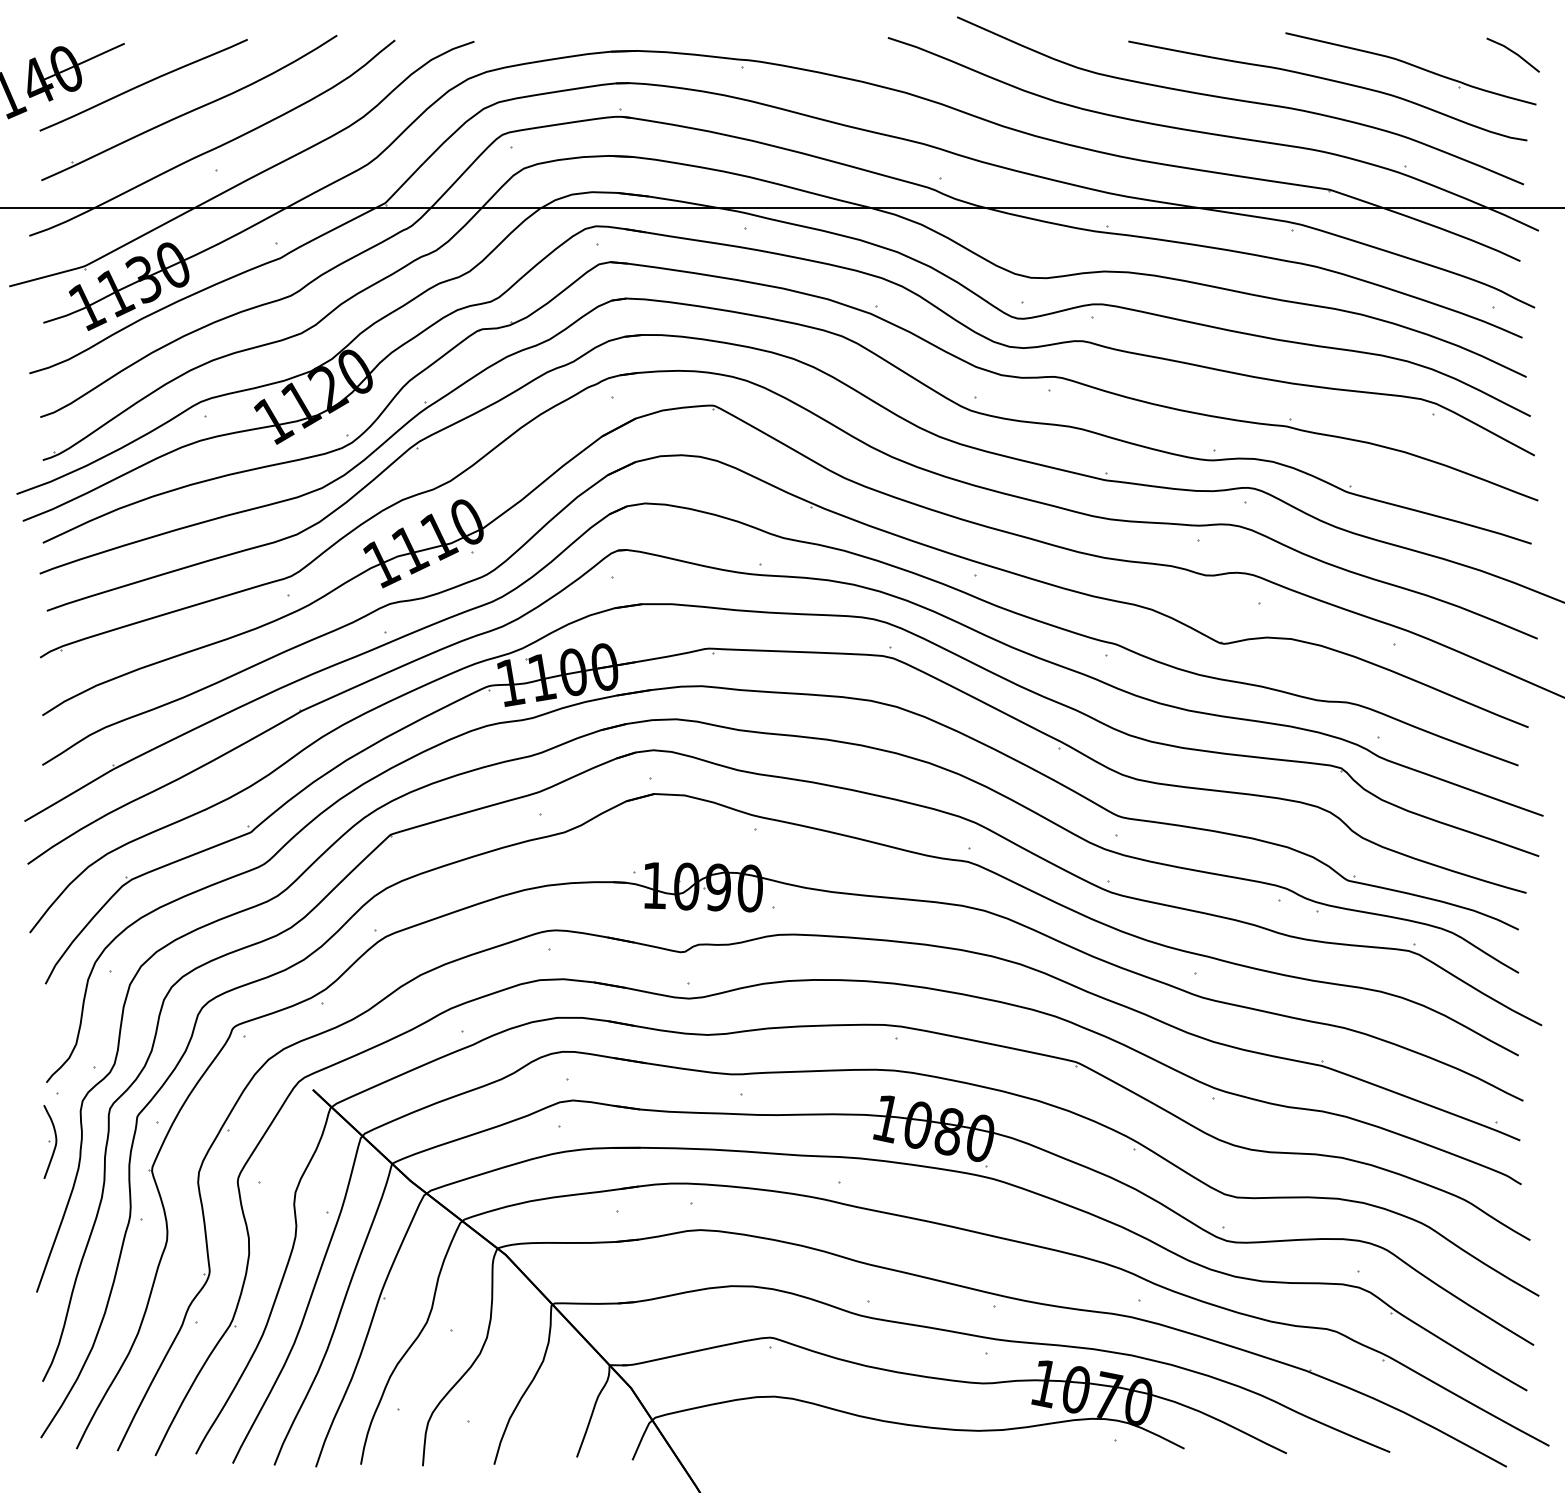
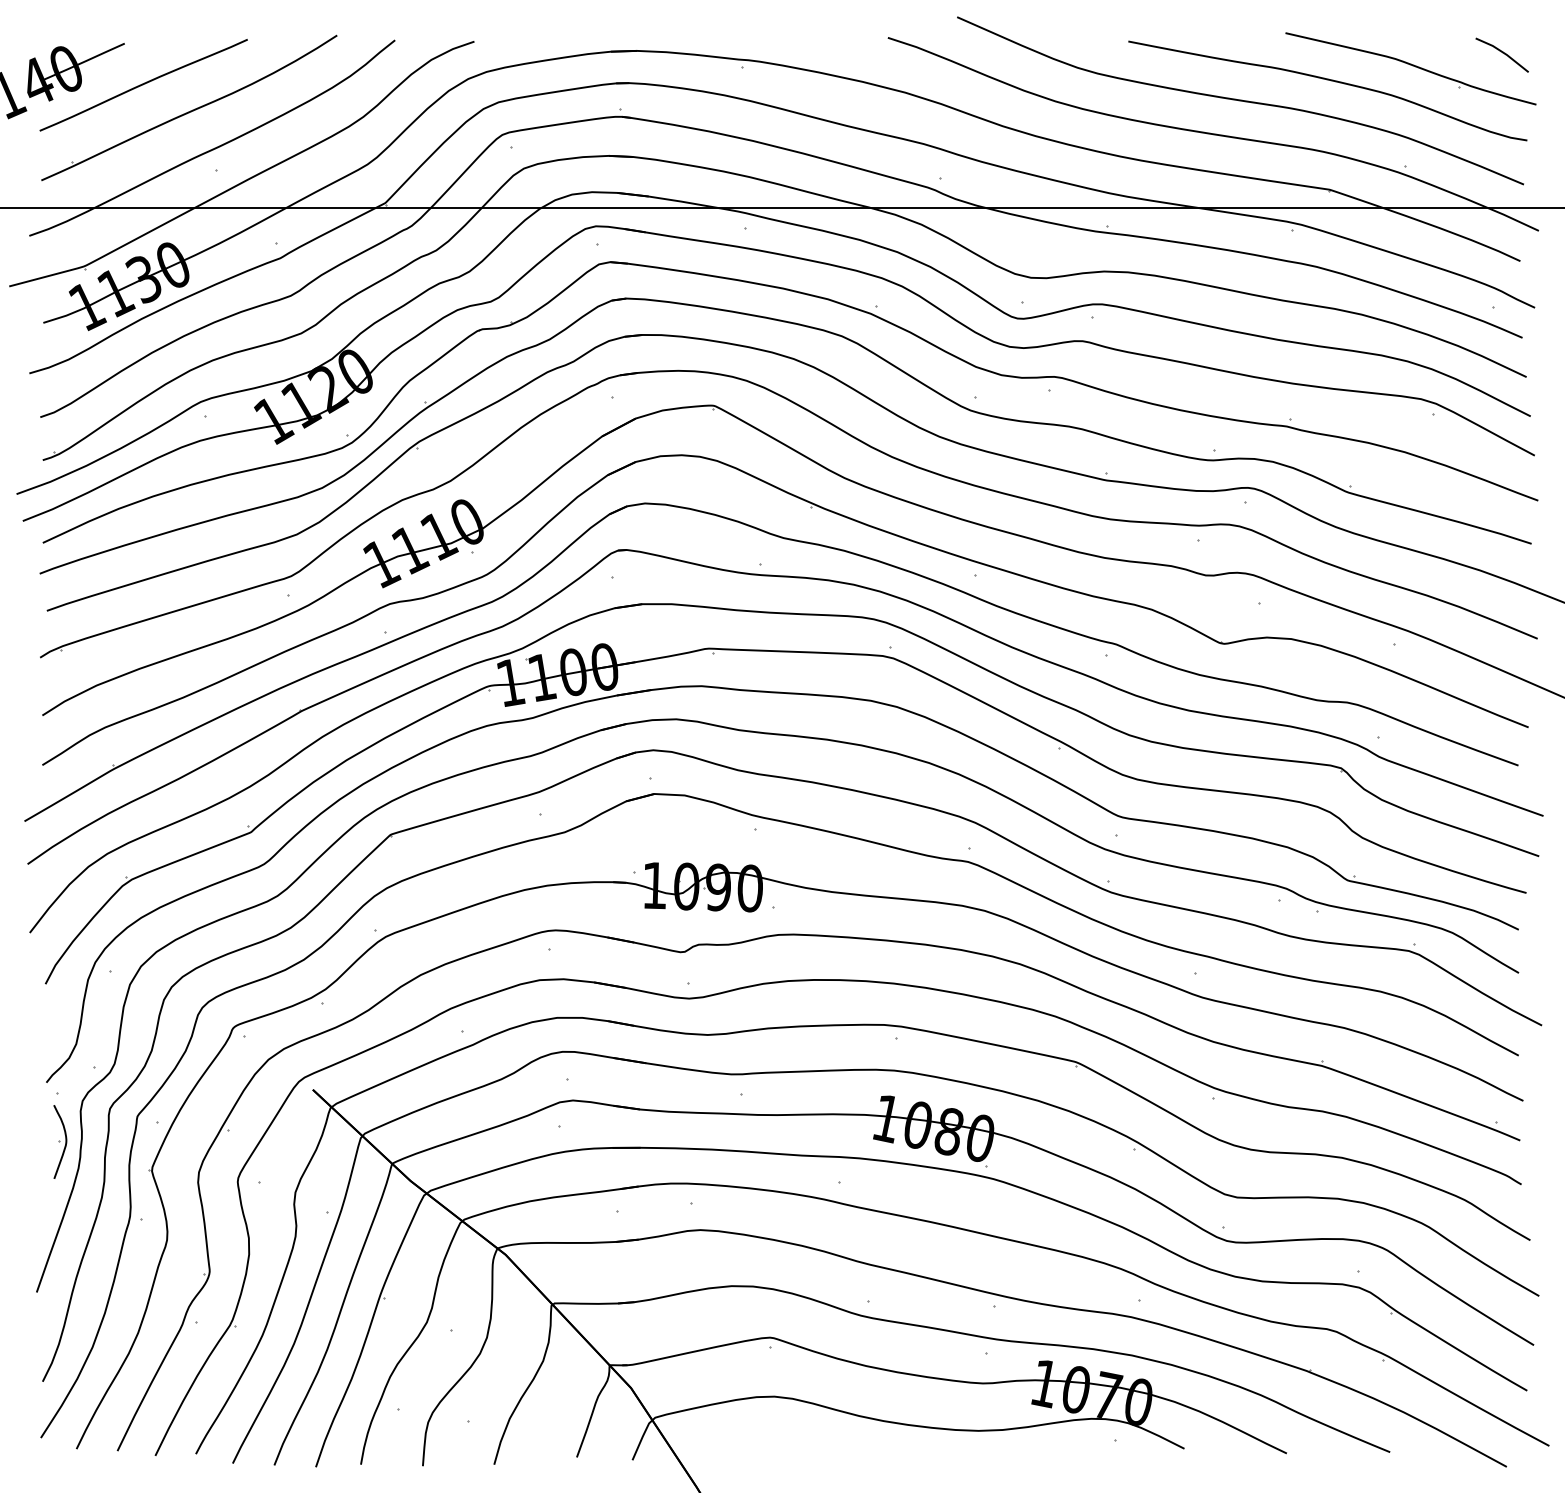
line at (1513, 53) position: (1513, 53) -> (1502, 53)
part at (50, 1141) position: (50, 1141) -> (60, 1141)
